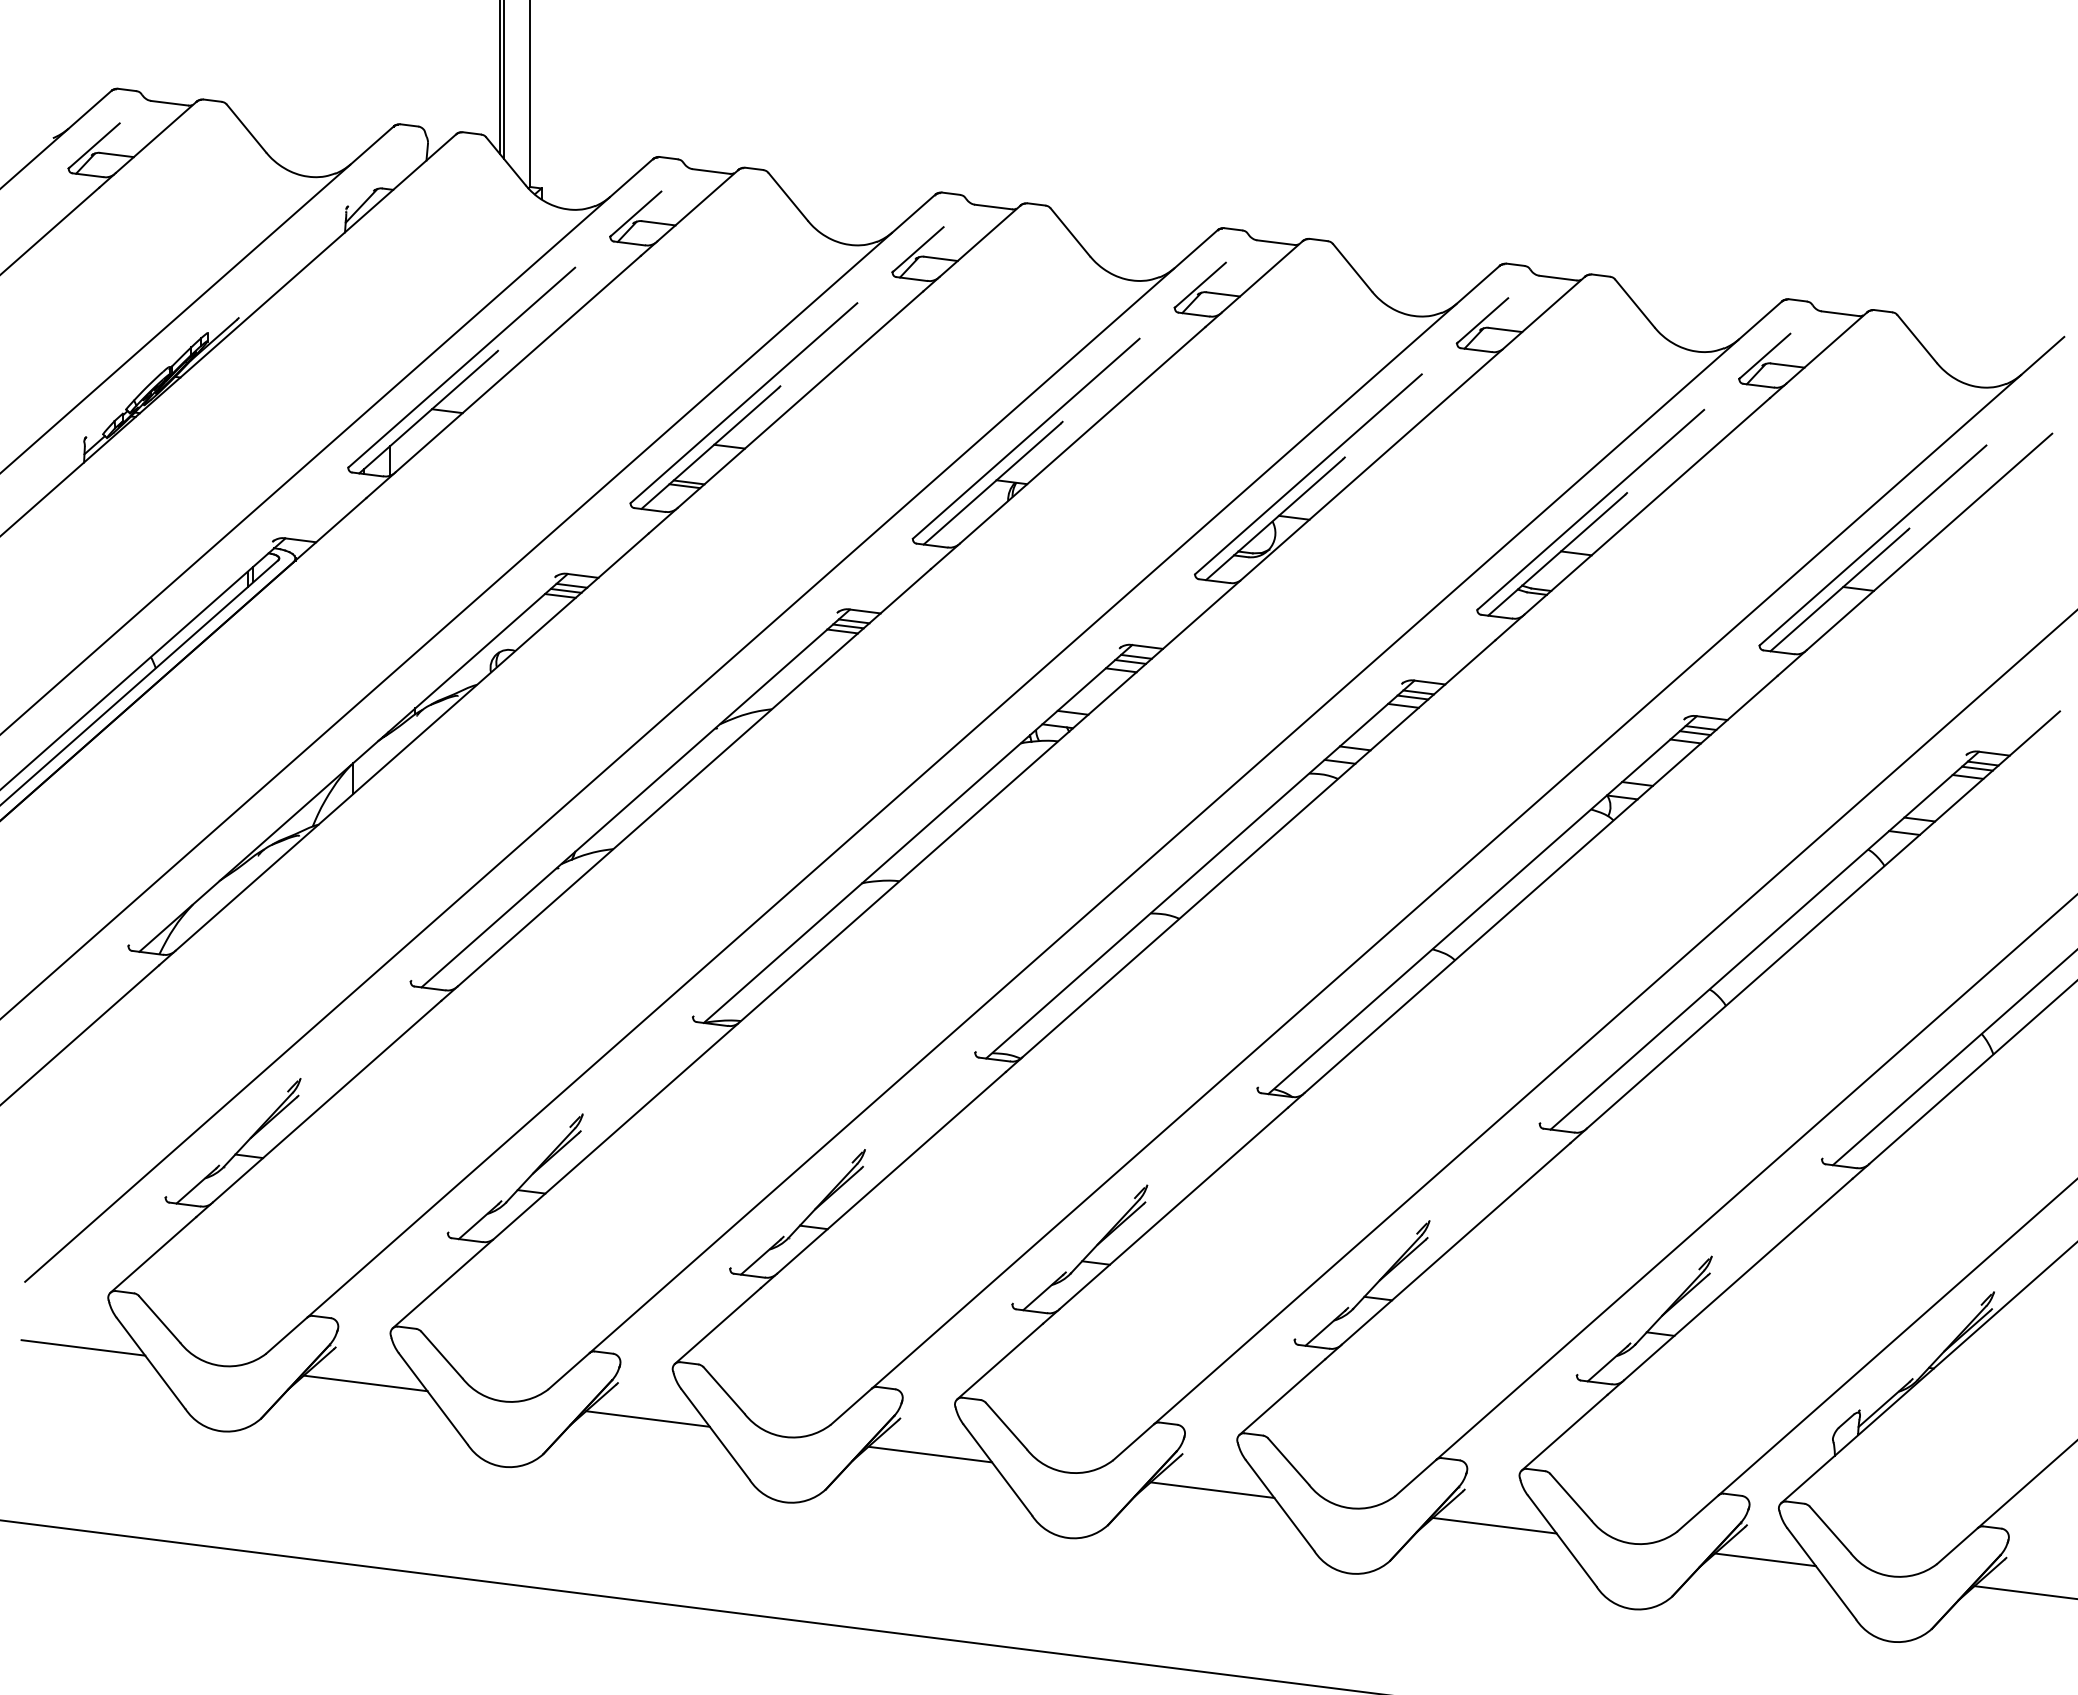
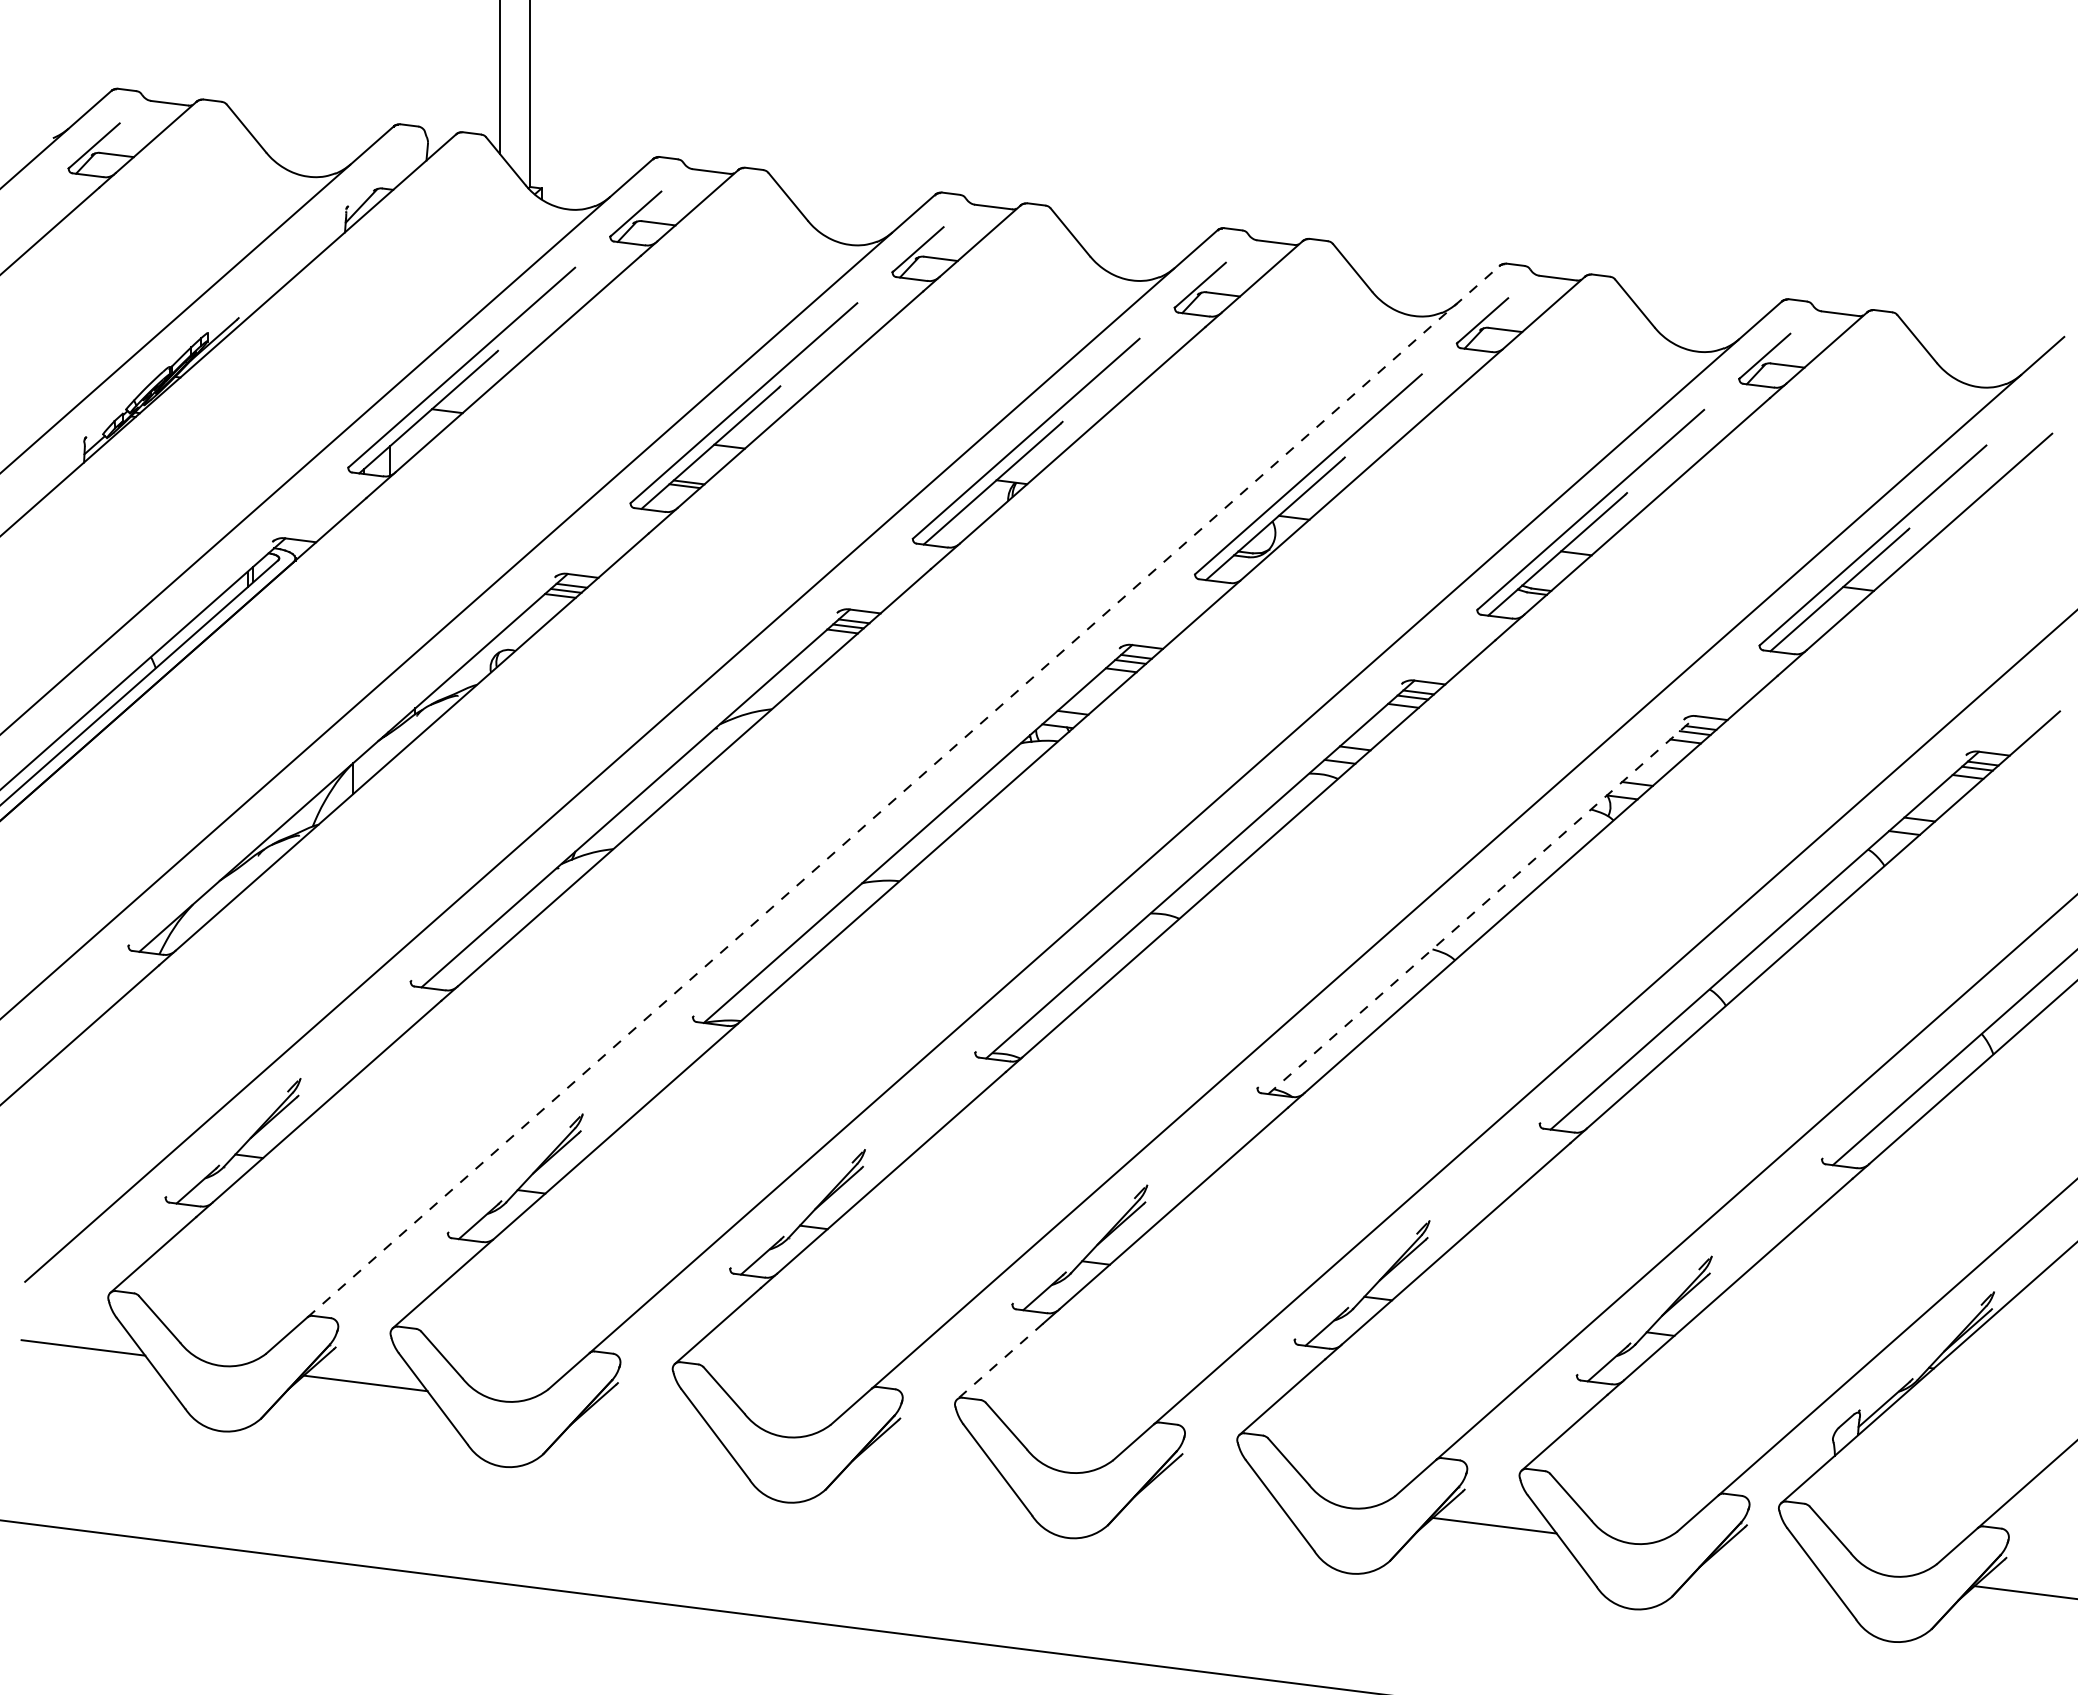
line at (503, 80): present -> none
line at (903, 791): solid -> dashed
line at (1482, 905): solid -> dashed
line at (999, 1361): solid -> dashed
line at (647, 1418): present -> none
line at (930, 1454): present -> none
line at (1212, 1489): present -> none
line at (1765, 1559): present -> none
